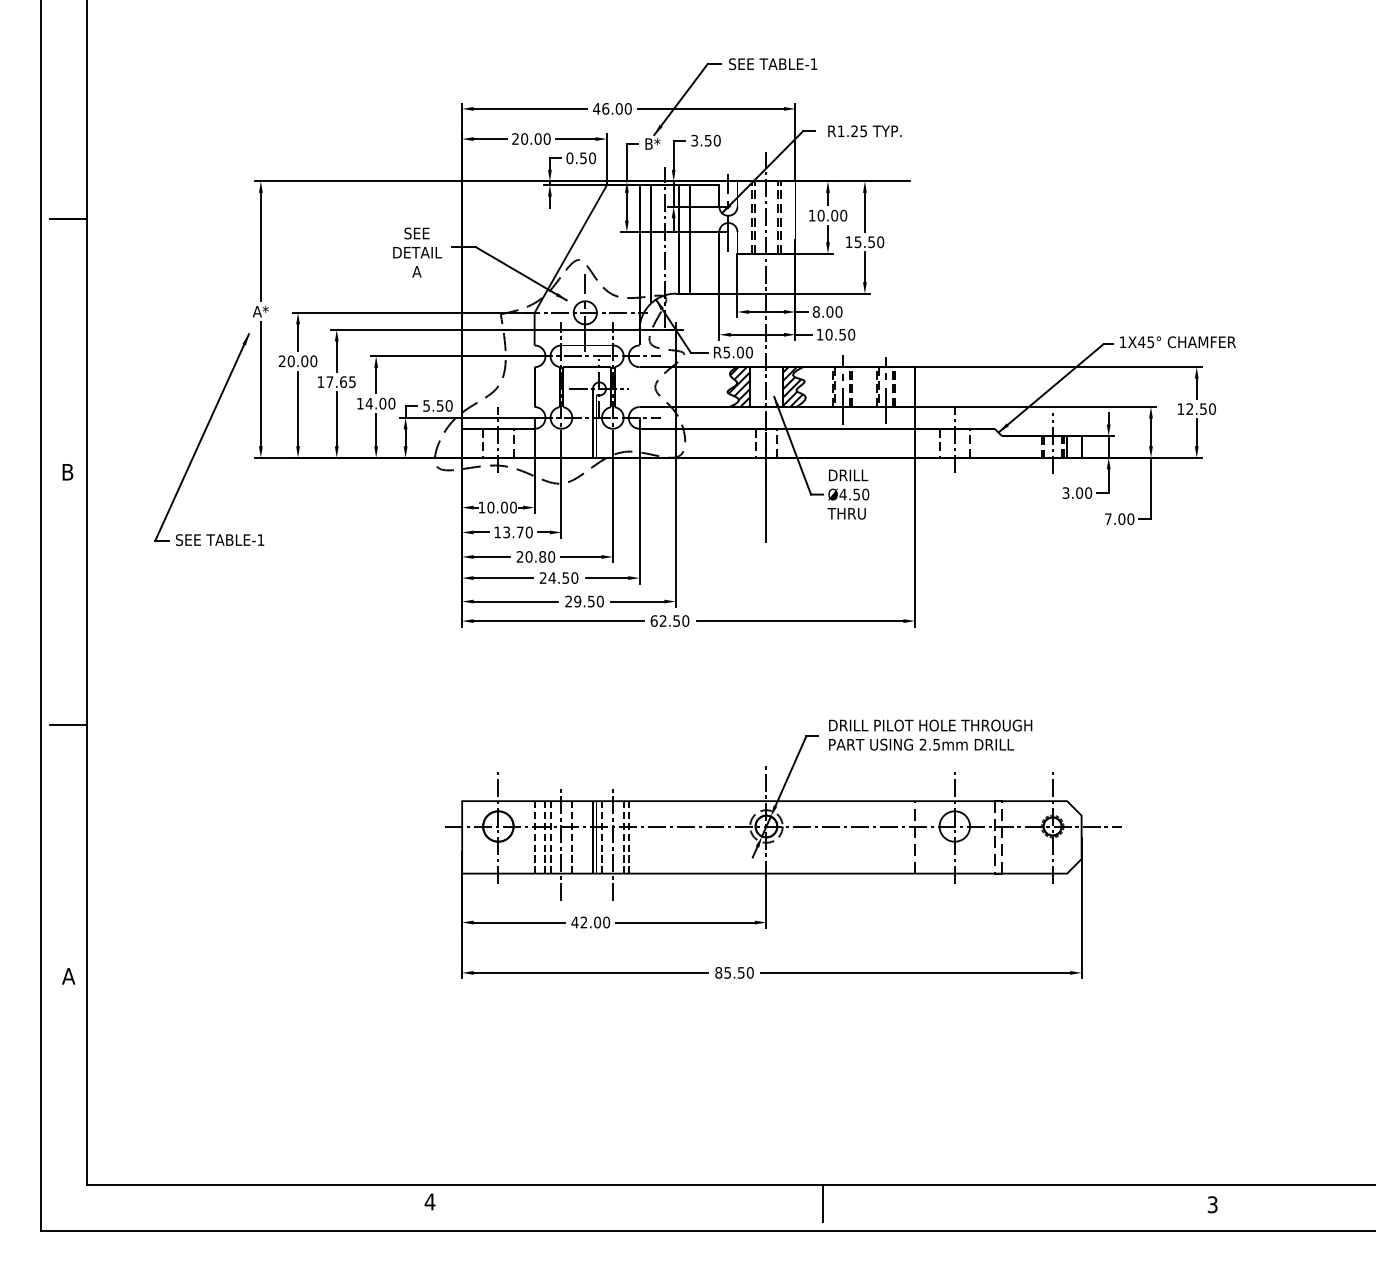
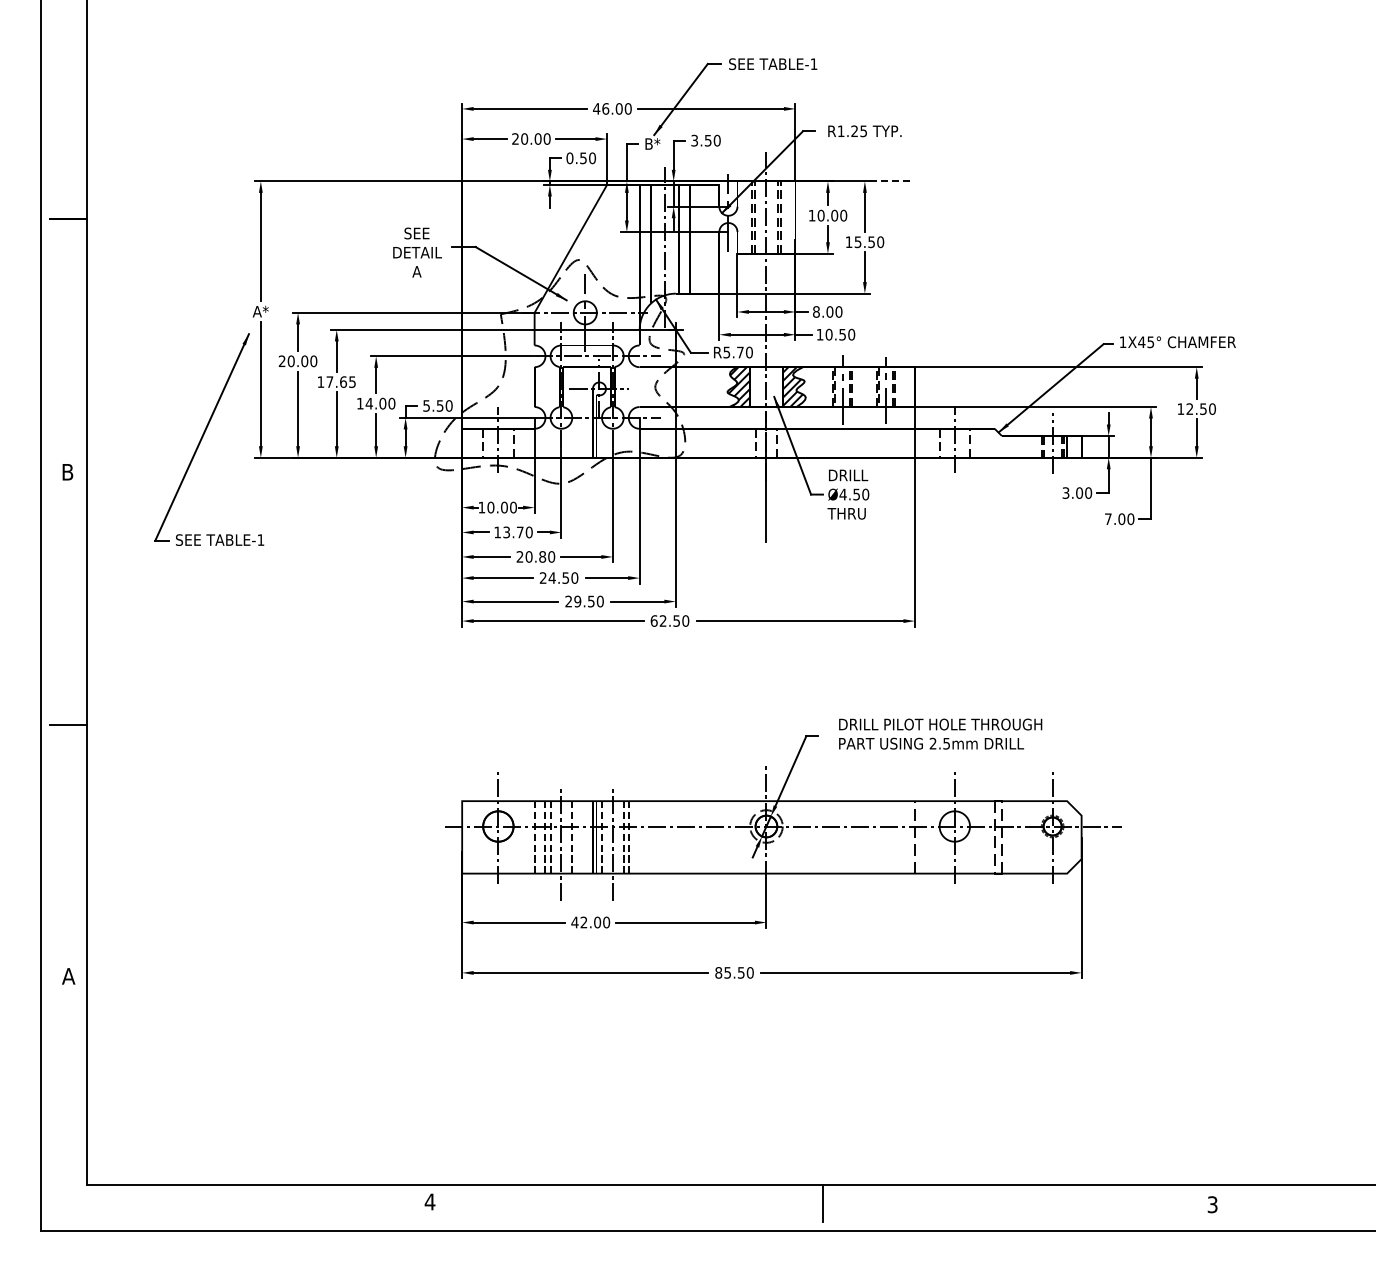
line at (890, 181): solid -> dashed
text at (739, 352): R5.00 -> R5.70
text at (930, 734) position: (930, 734) -> (940, 733)
